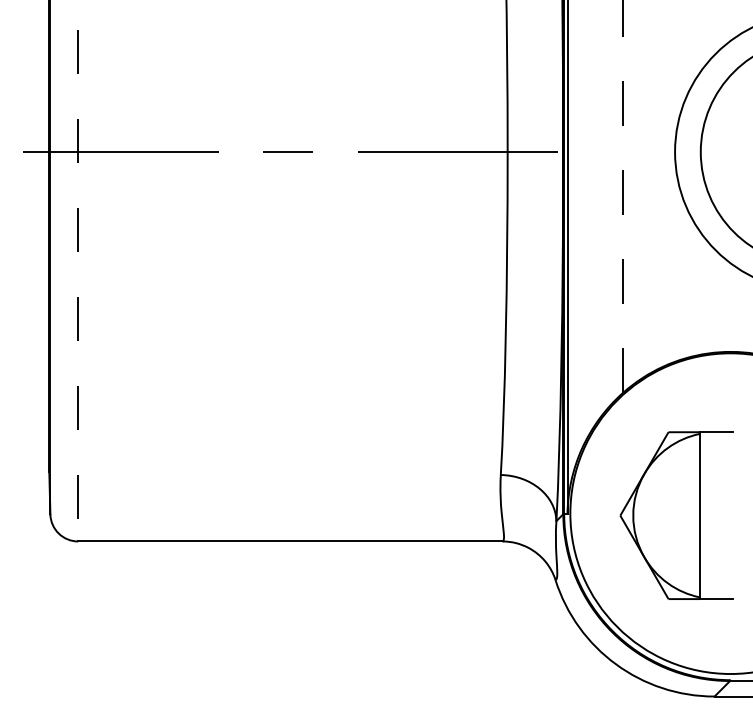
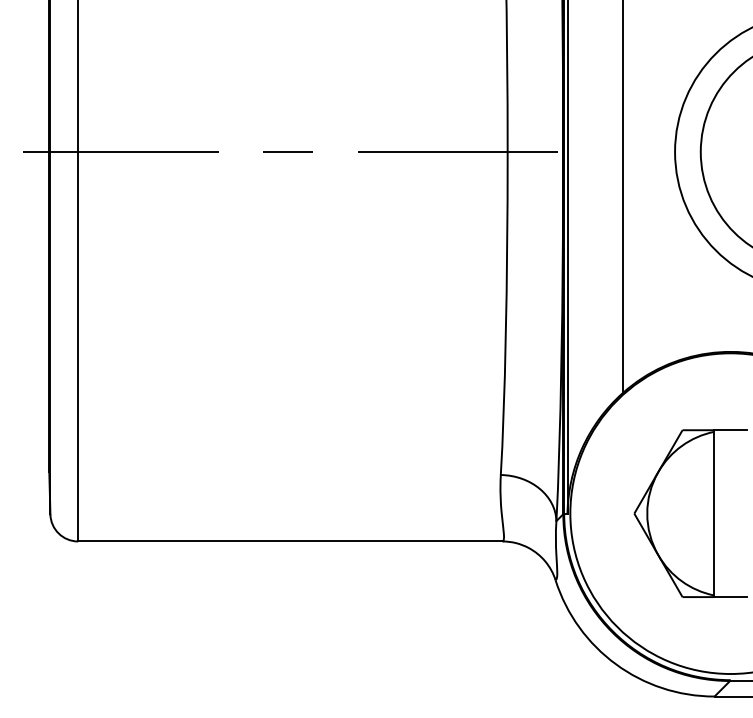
line at (623, 196): dashed -> solid
line at (78, 271): dashed -> solid
part at (676, 515) position: (676, 515) -> (690, 513)
